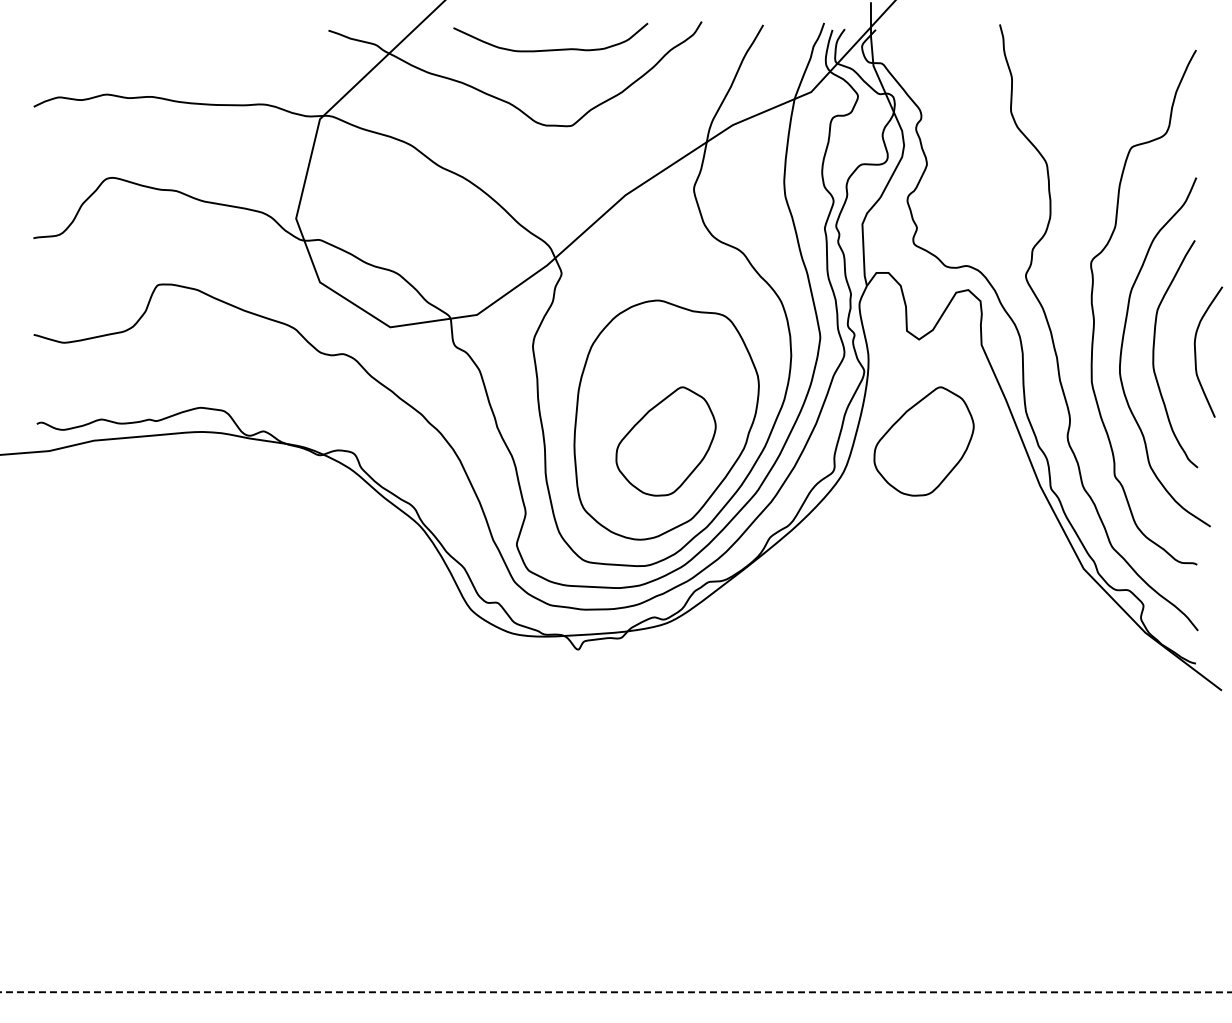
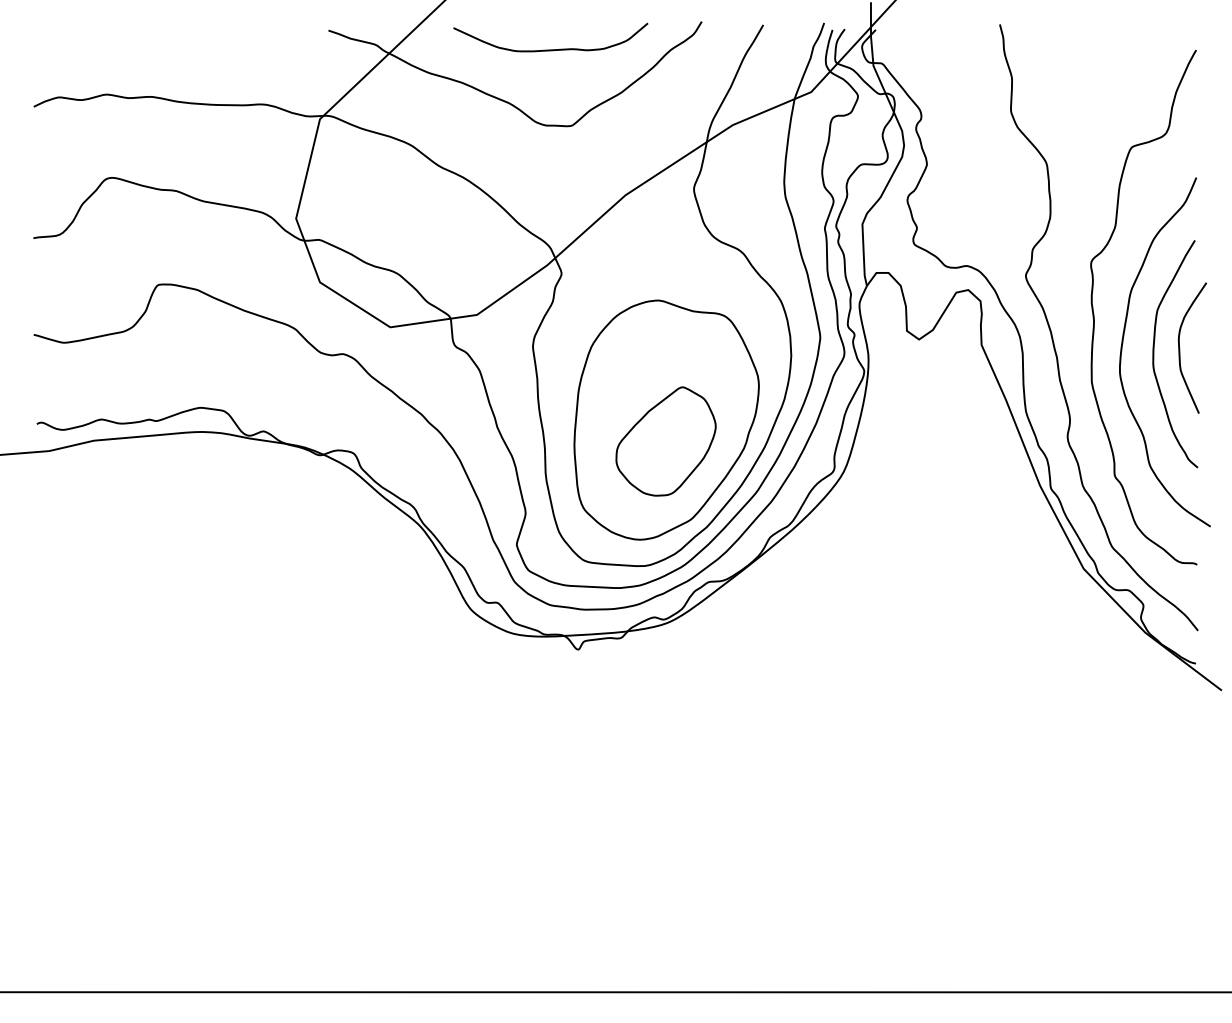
curve at (1196, 351) position: (1196, 351) -> (1180, 347)
part at (923, 441): present -> none
line at (615, 992): dashed -> solid
